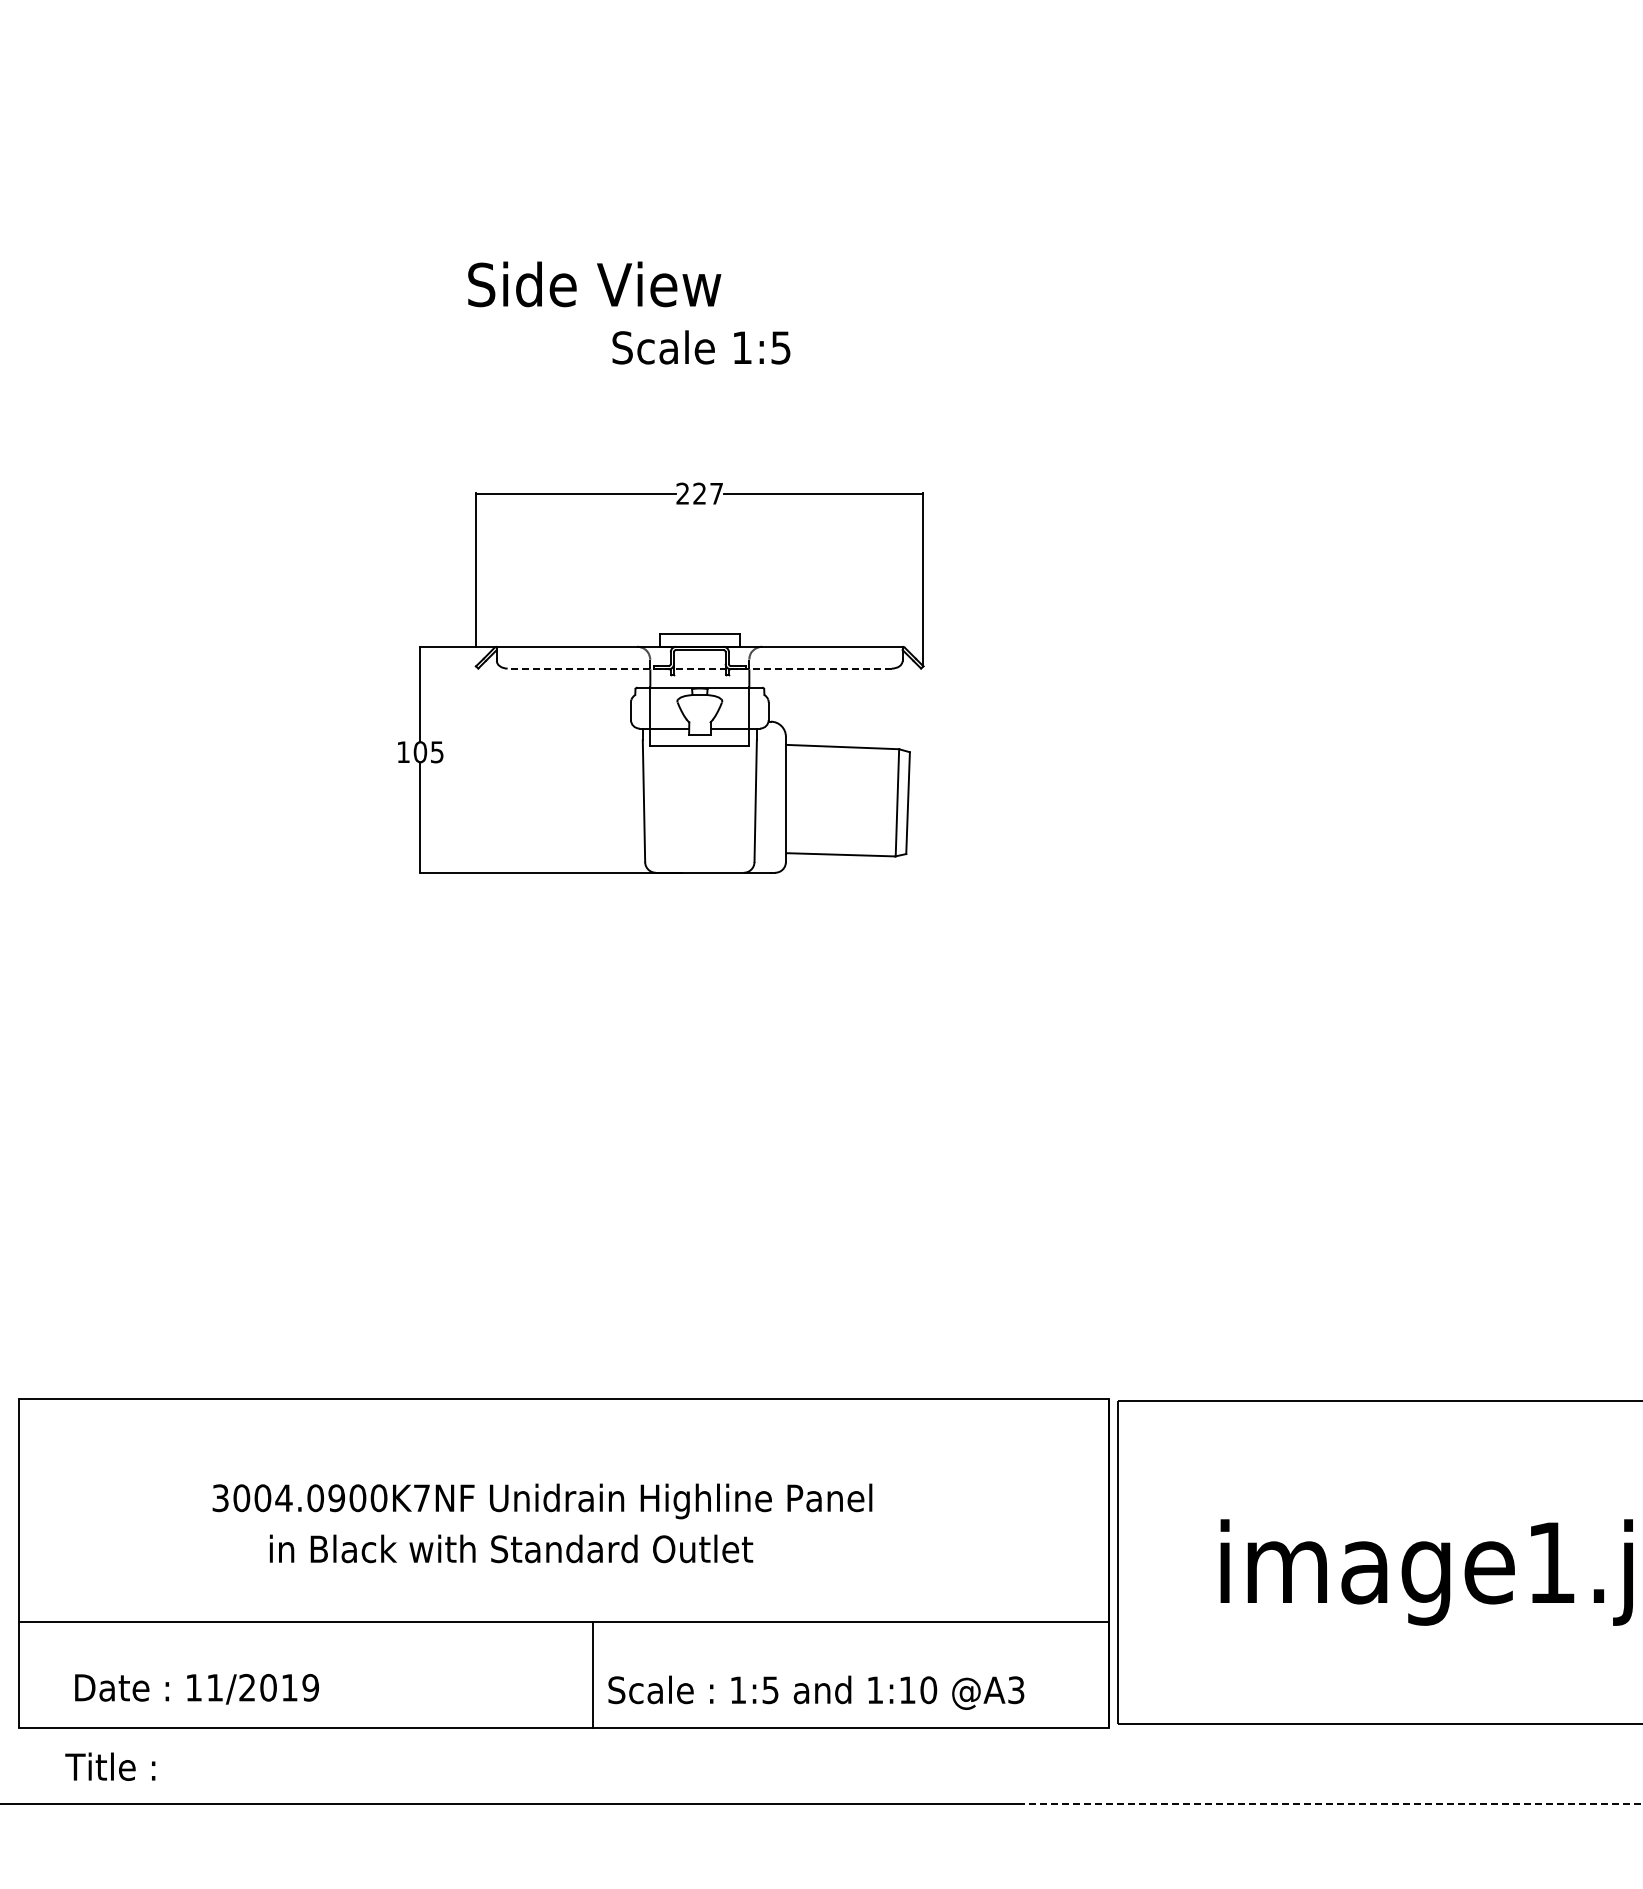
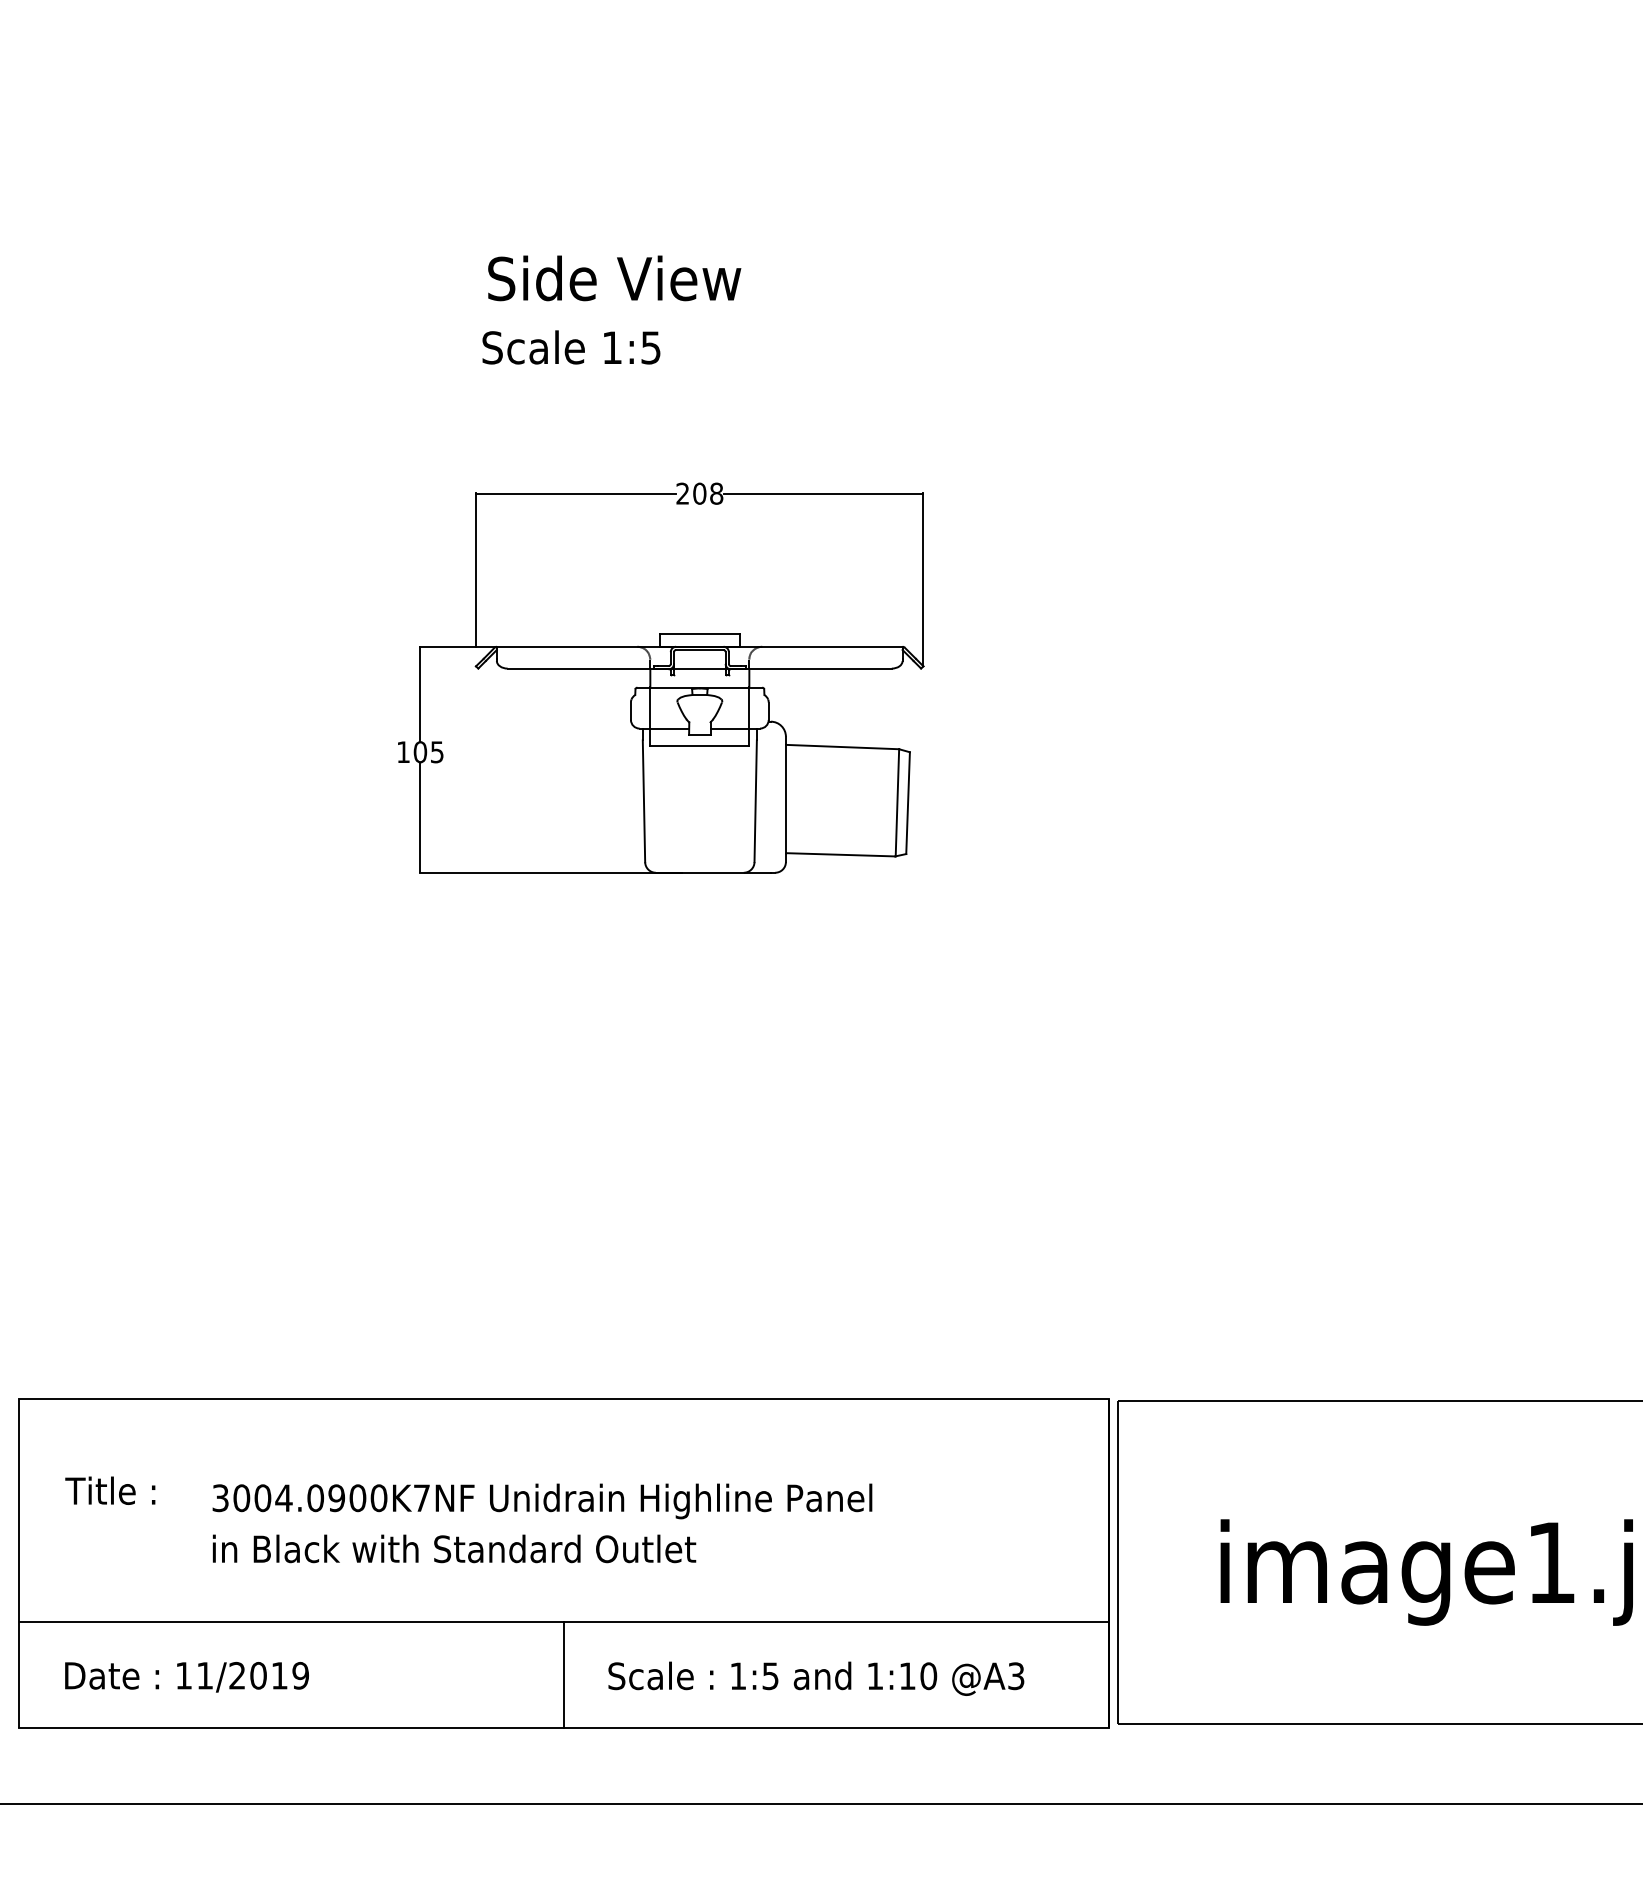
text at (594, 284) position: (594, 284) -> (614, 278)
text at (701, 347) position: (701, 347) -> (571, 347)
text at (708, 493): 227 -> 208
line at (699, 668): dashed -> solid
text at (511, 1548) position: (511, 1548) -> (454, 1548)
line at (592, 1675) position: (592, 1675) -> (563, 1675)
text at (196, 1689) position: (196, 1689) -> (186, 1677)
text at (816, 1692) position: (816, 1692) -> (816, 1678)
text at (110, 1766) position: (110, 1766) -> (110, 1490)
line at (1330, 1803): dashed -> solid
